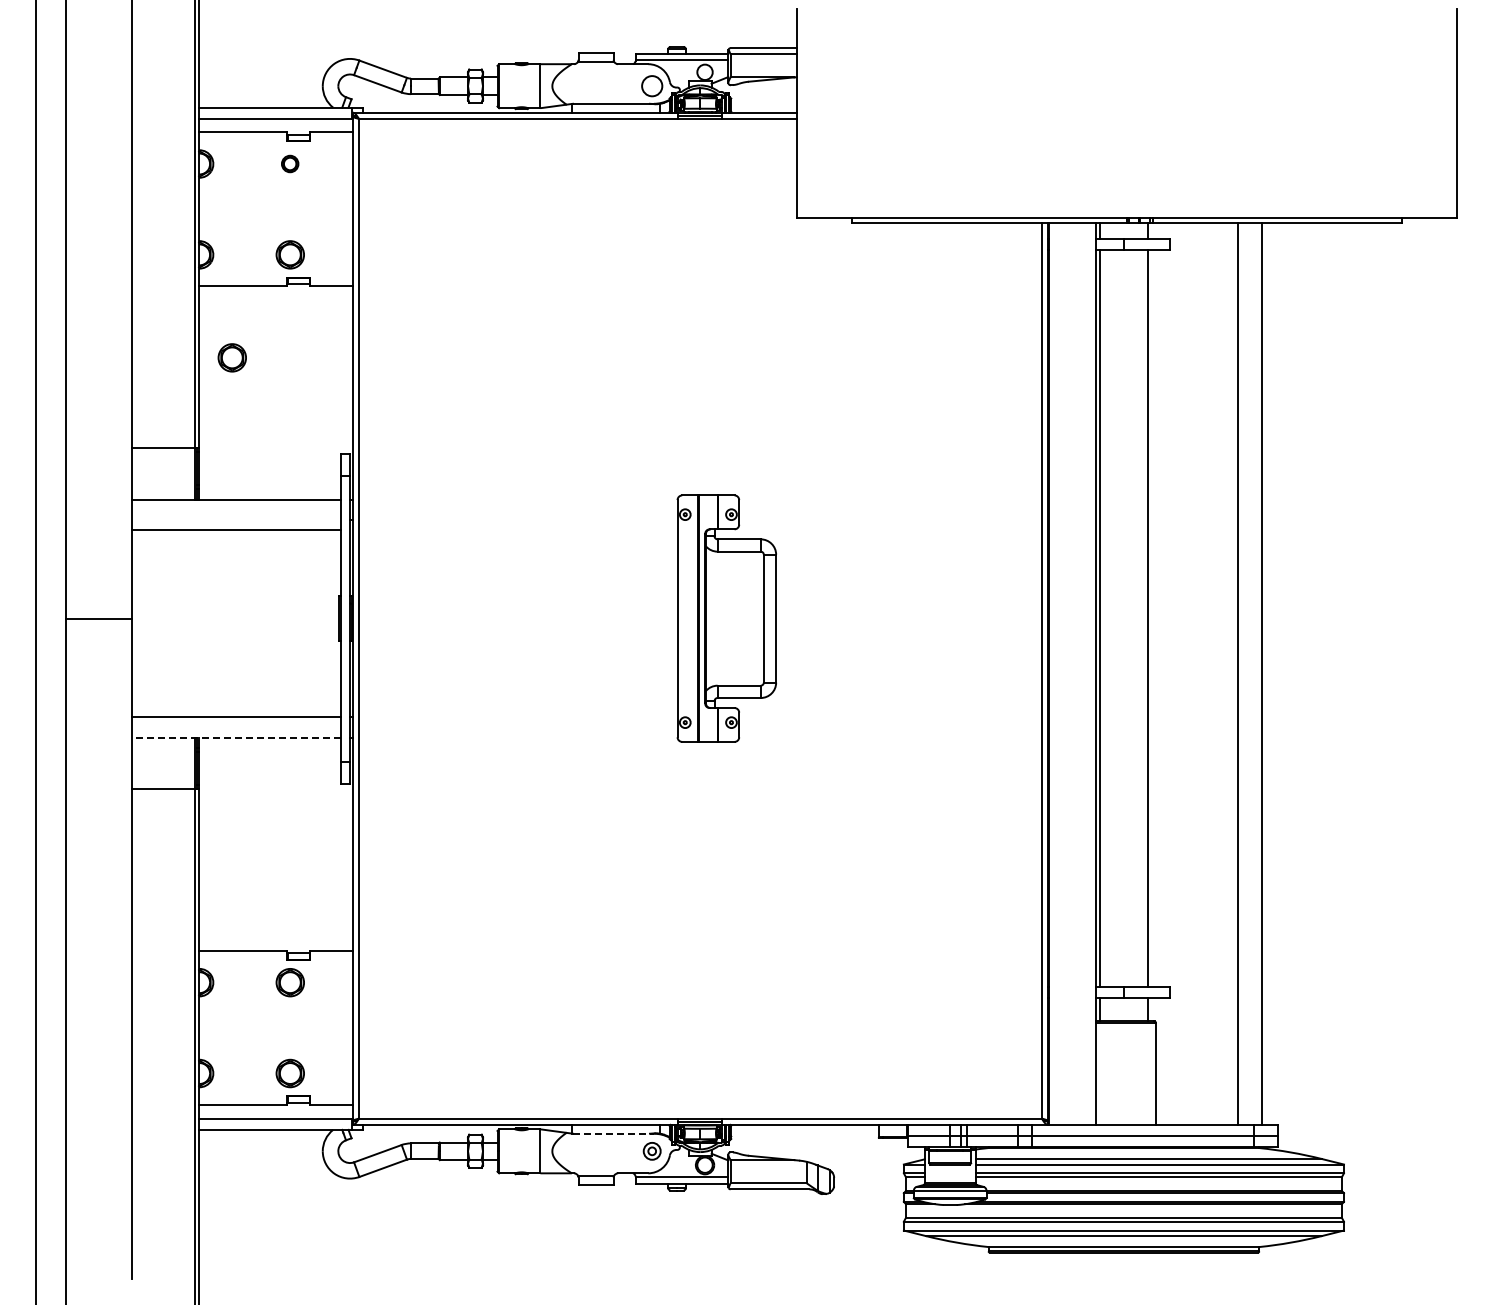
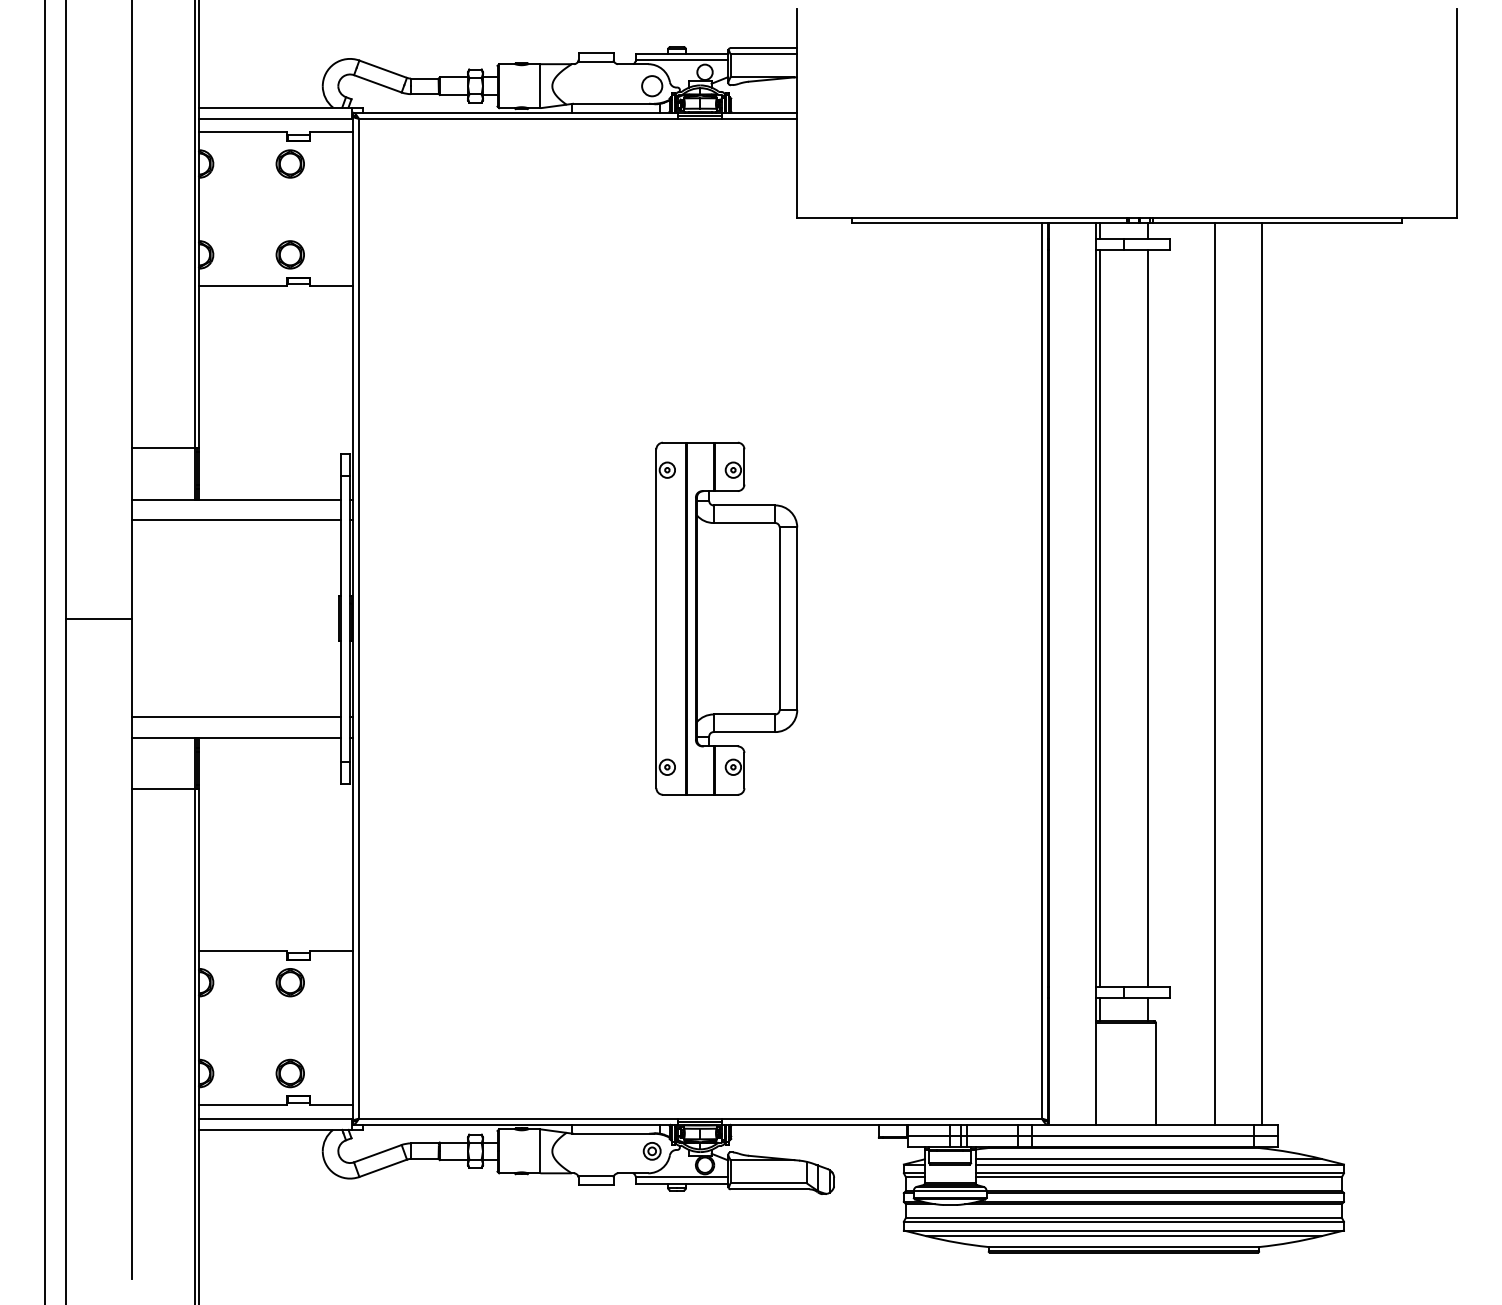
part at (290, 163) size: 19x20 px -> 30x30 px
part at (231, 357): present -> none
line at (236, 530) position: (236, 530) -> (236, 520)
part at (726, 618) size: 101x249 px -> 144x355 px
line at (36, 651) position: (36, 651) -> (45, 651)
line at (1238, 673) position: (1238, 673) -> (1215, 673)
line at (236, 737): dashed -> solid
line at (613, 1133): dashed -> solid
